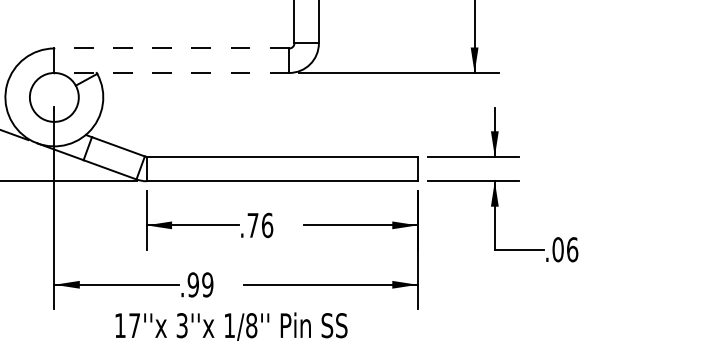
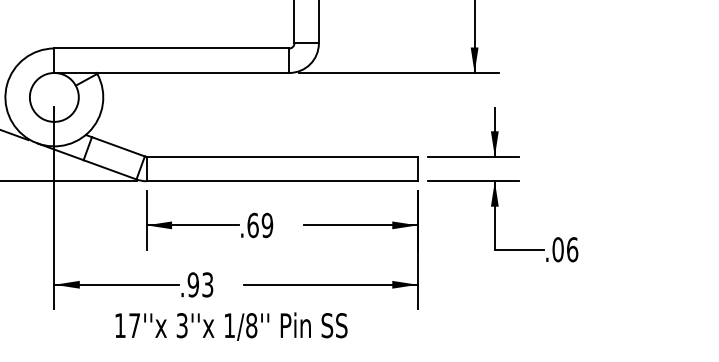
line at (171, 48): dashed -> solid
line at (171, 72): dashed -> solid
text at (260, 225): .76 -> .69
text at (207, 284): .99 -> .93
